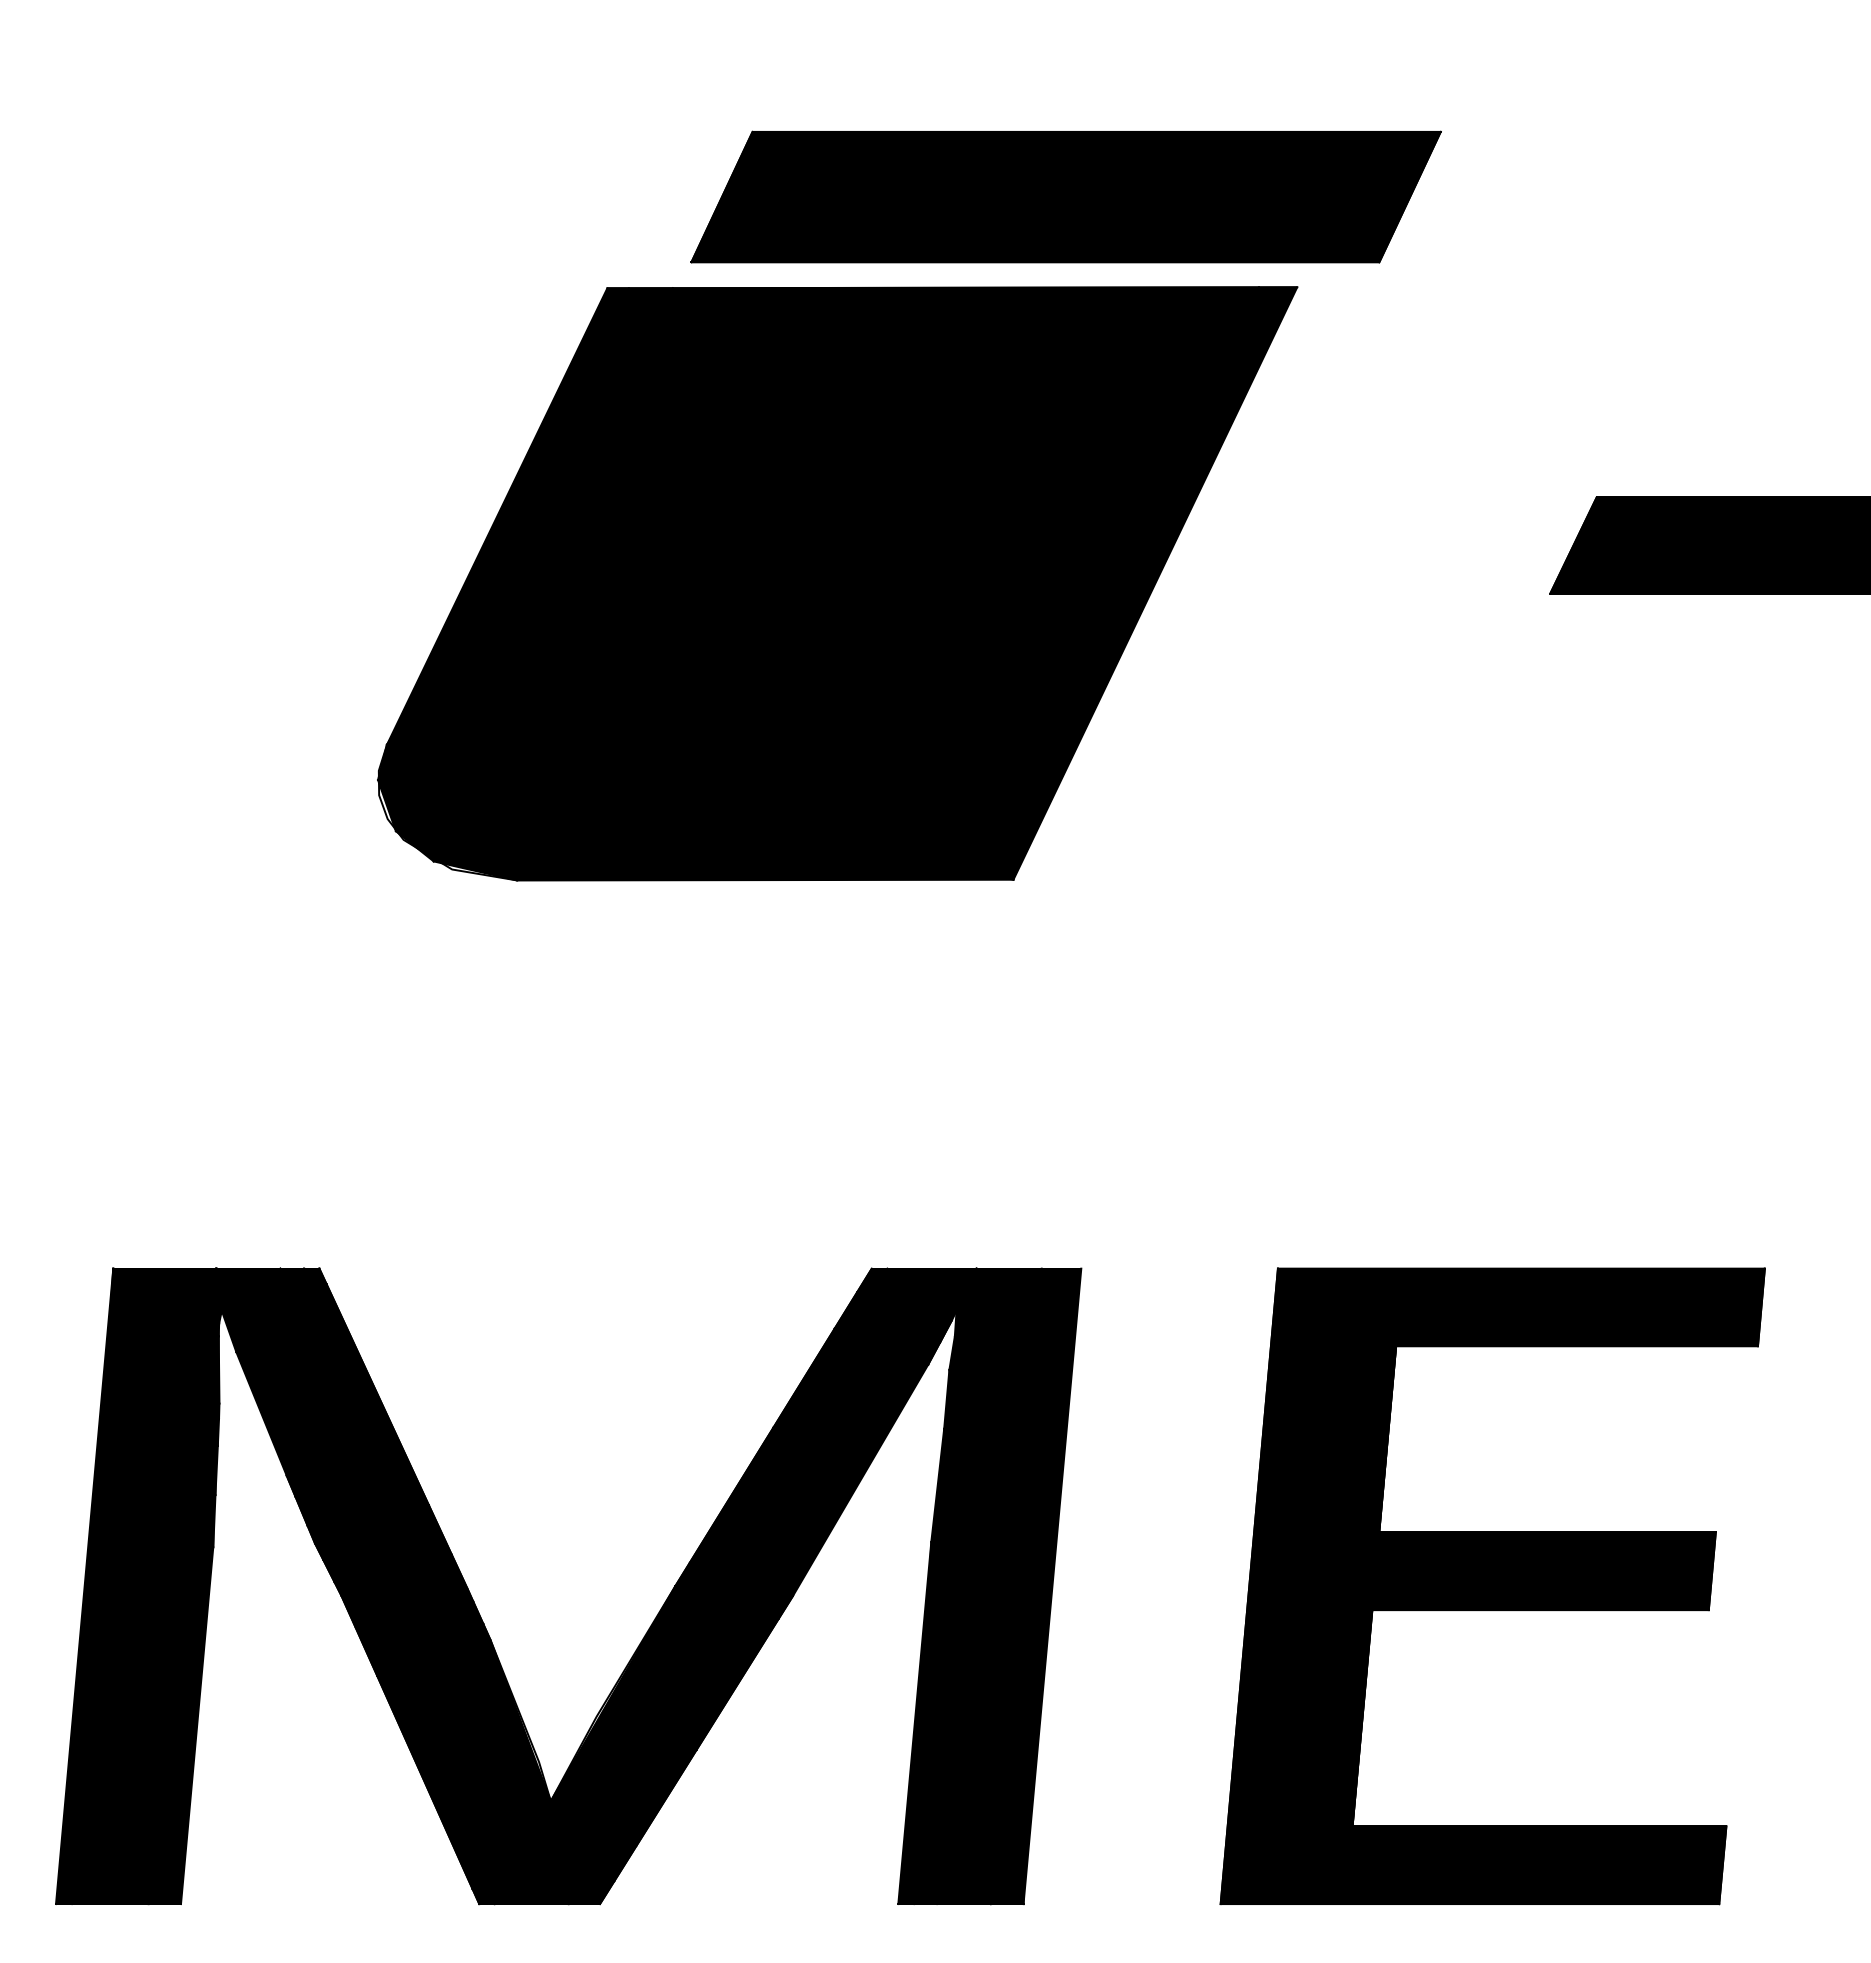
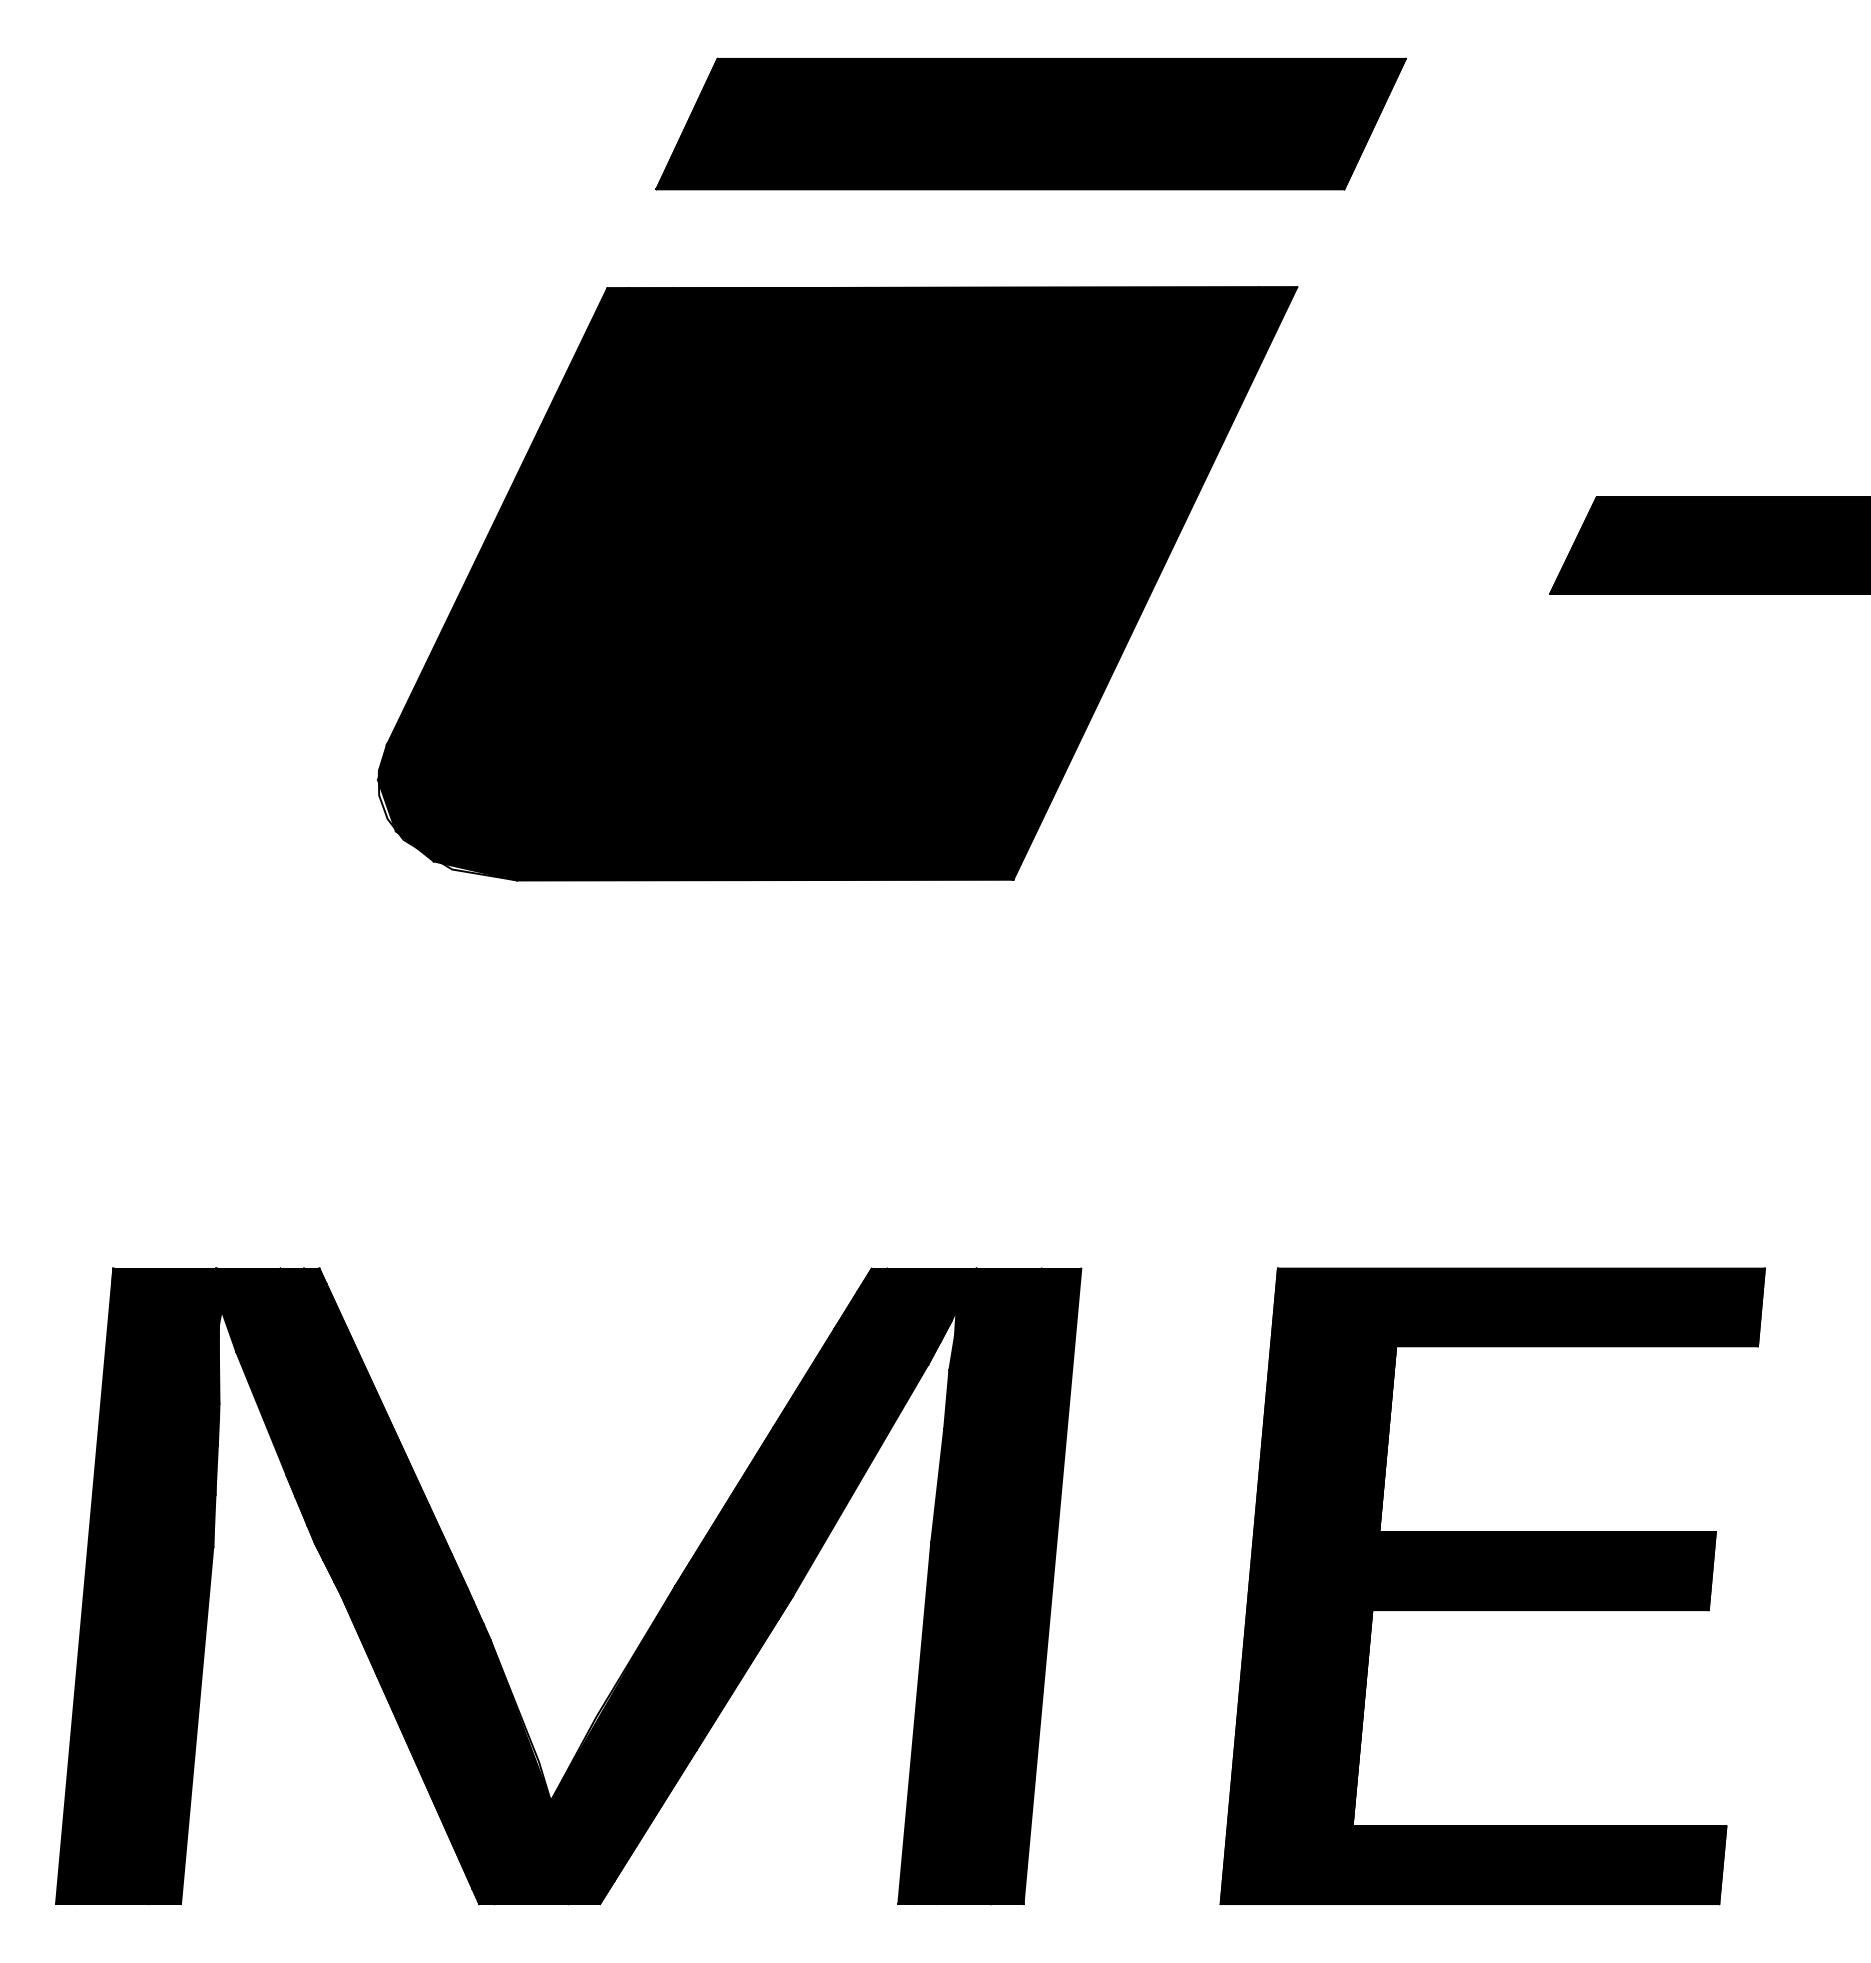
part at (1065, 196) position: (1065, 196) -> (1030, 123)
